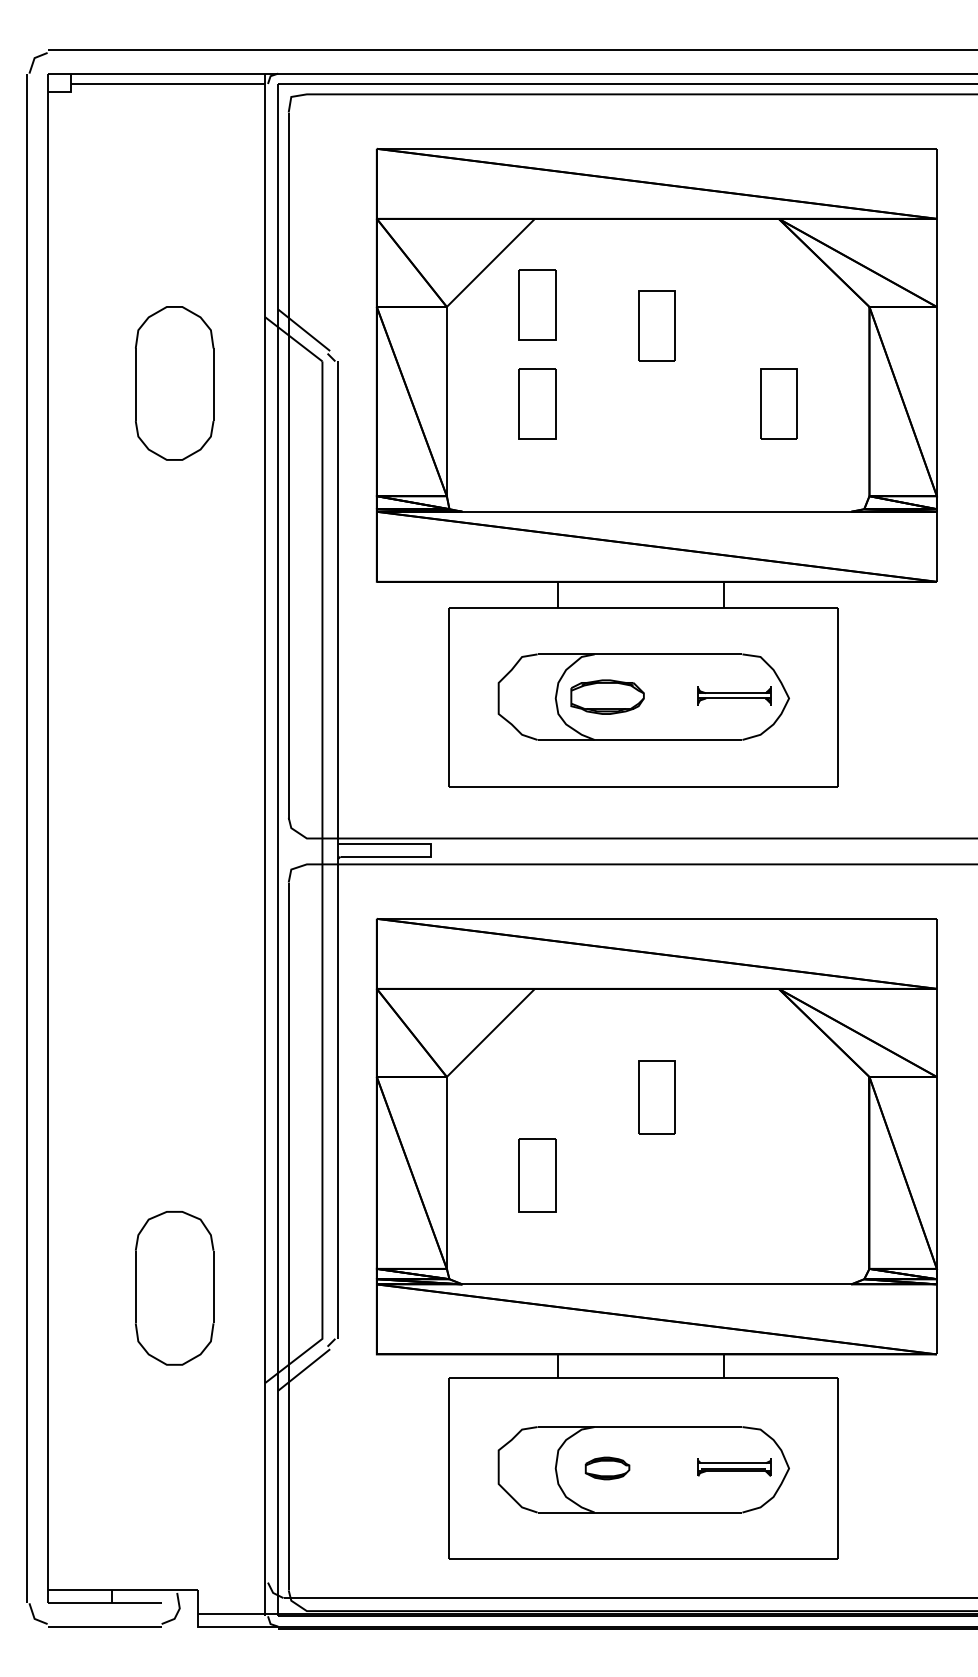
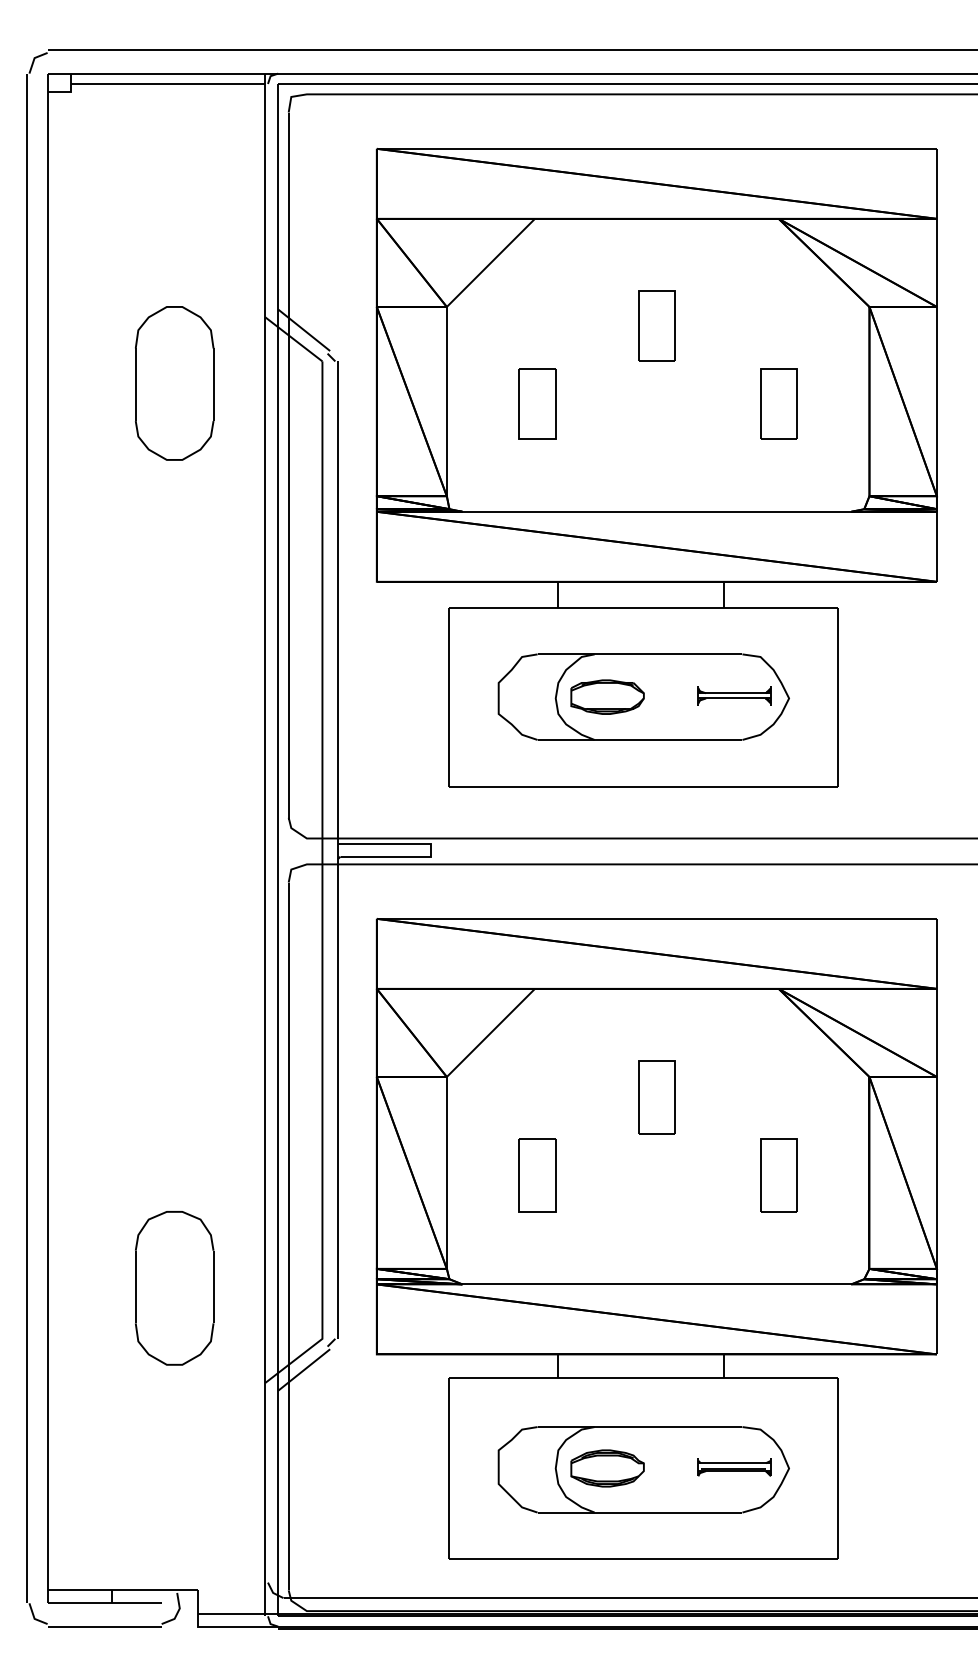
part at (537, 304): present -> none
part at (778, 1175): none -> present
part at (607, 1468) size: 47x25 px -> 75x39 px
